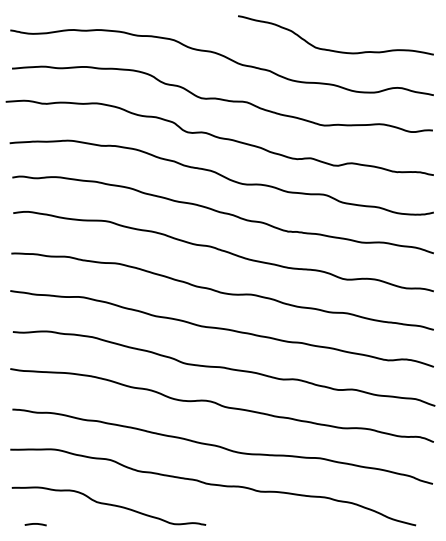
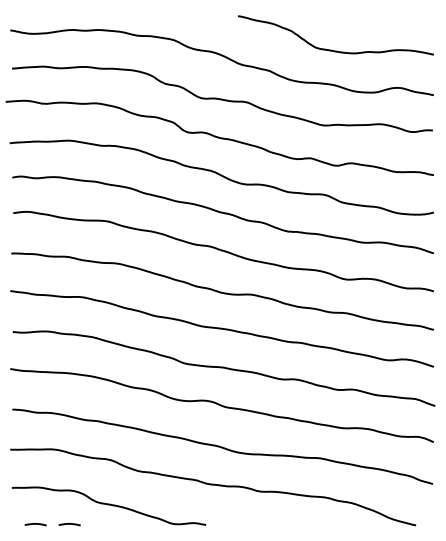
line at (69, 524): none -> present
